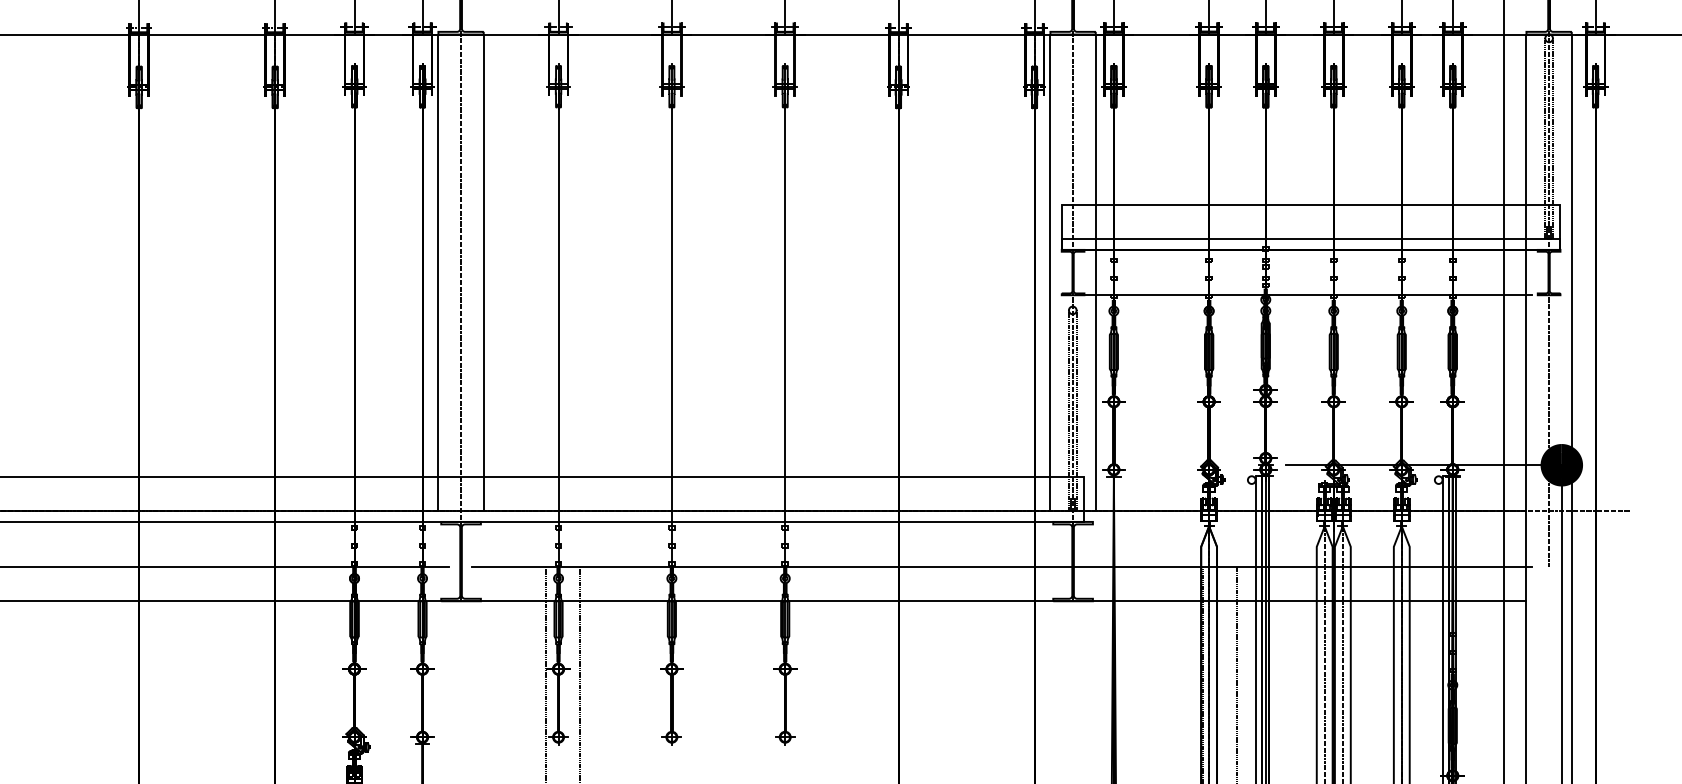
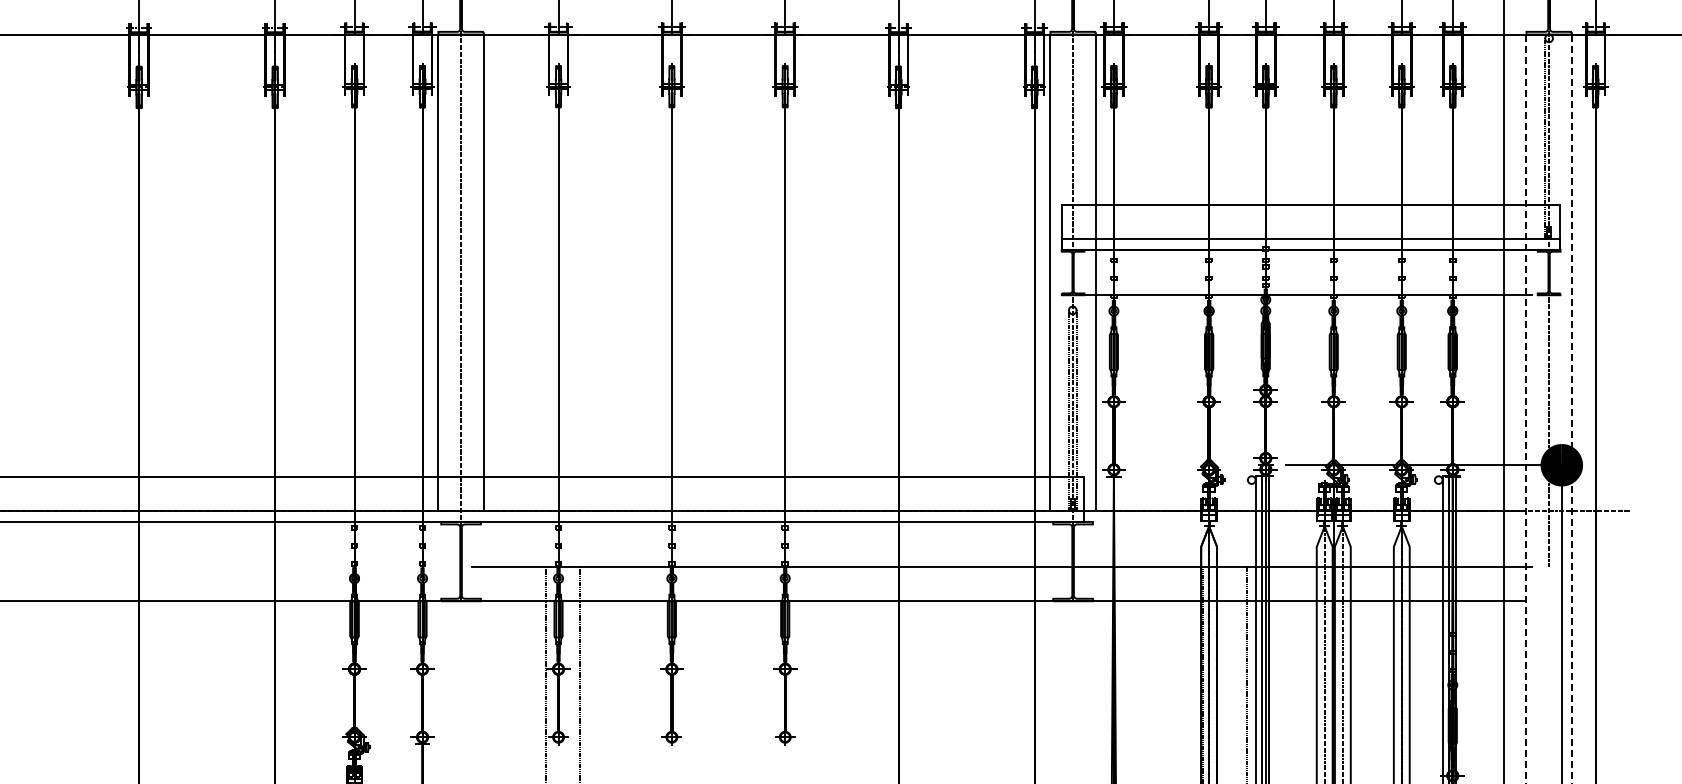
line at (1552, 138): present -> none
line at (1526, 409): solid -> dashed
line at (1571, 409): solid -> dashed
line at (225, 567): present -> none
line at (1237, 673) position: (1237, 673) -> (1247, 673)
